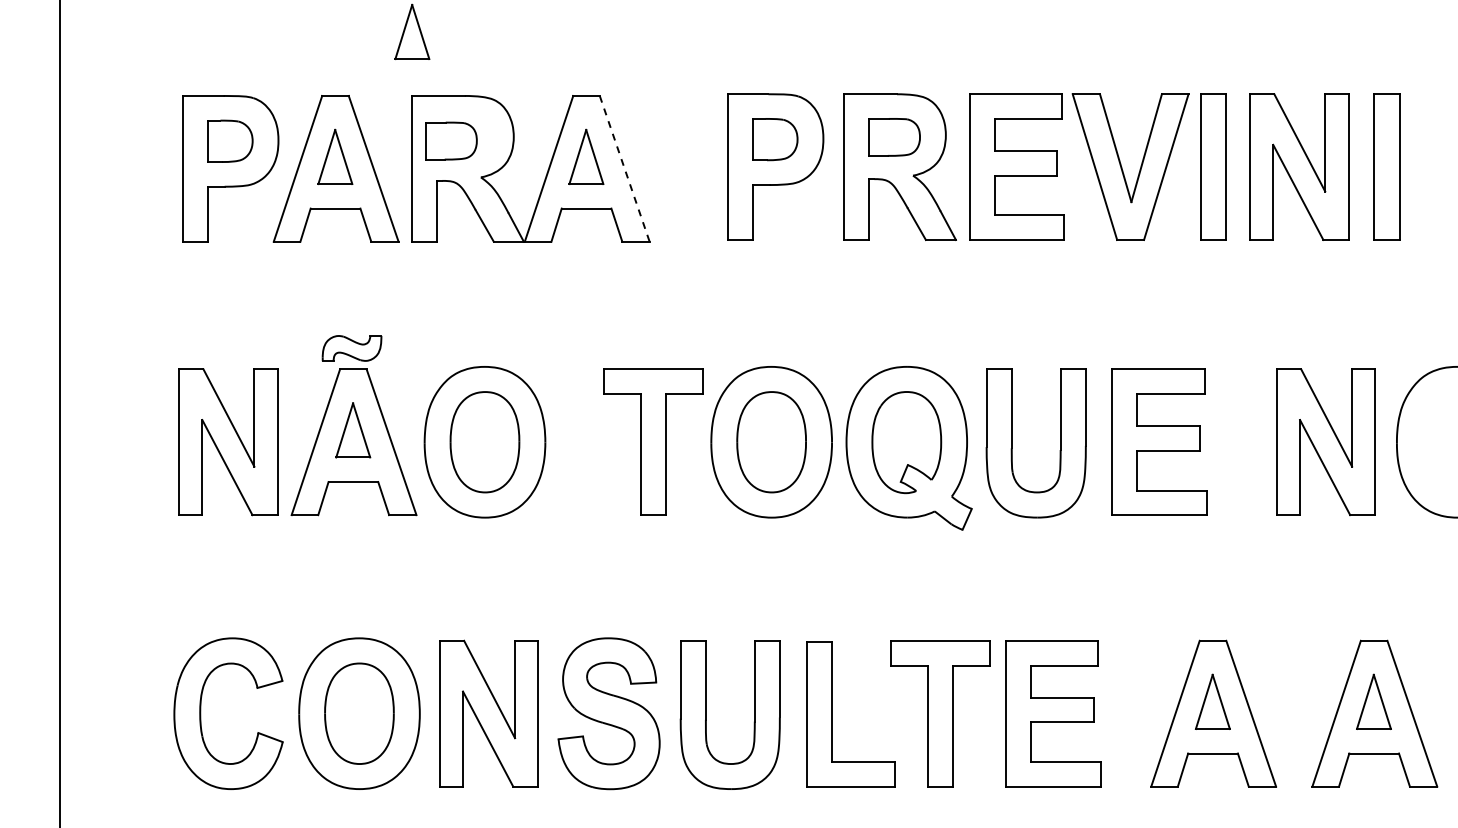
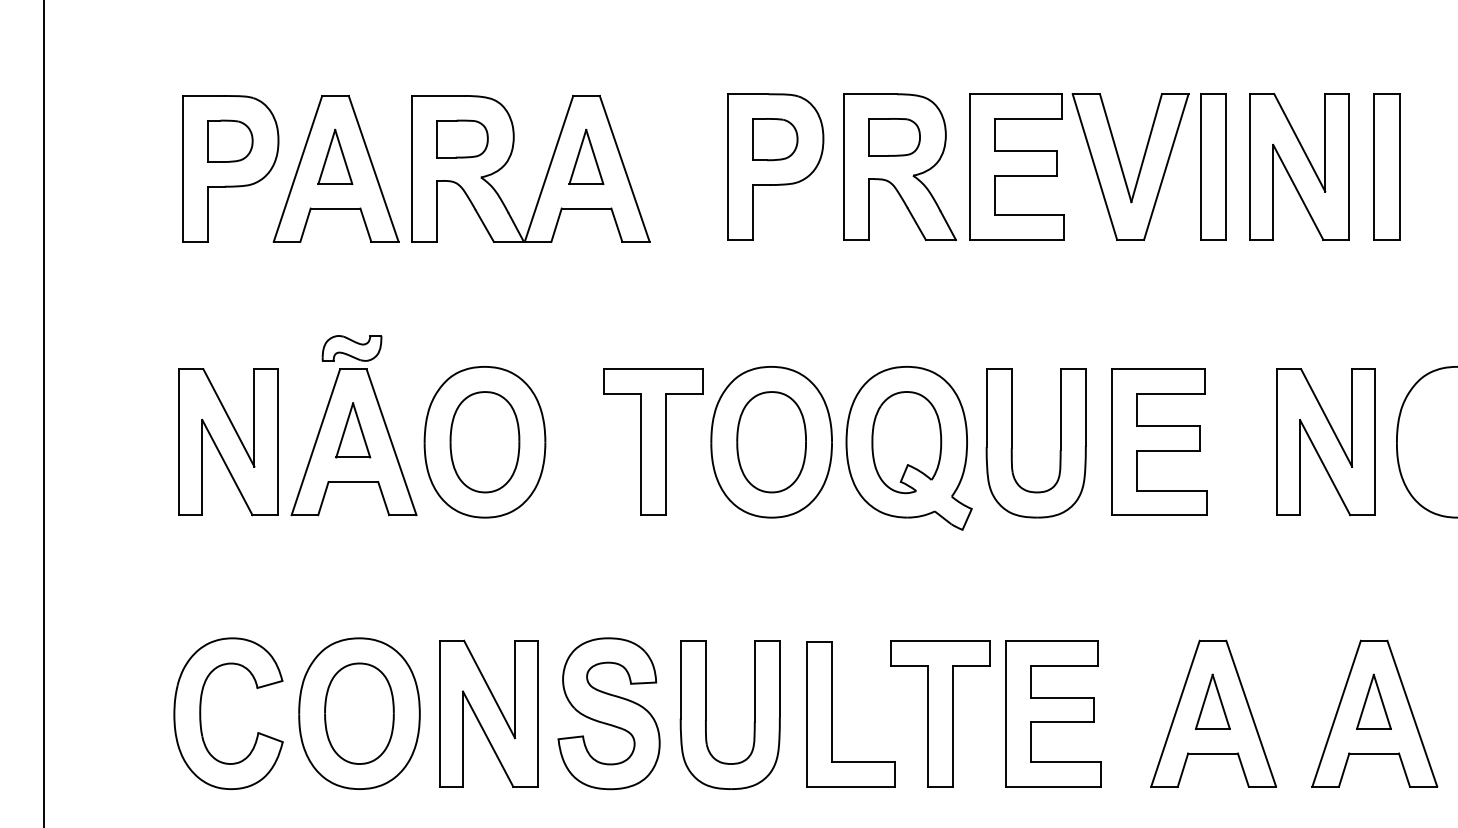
part at (412, 31): present -> none
part at (451, 140) position: (451, 140) -> (462, 138)
line at (624, 169): dashed -> solid
line at (59, 413) position: (59, 413) -> (43, 413)
